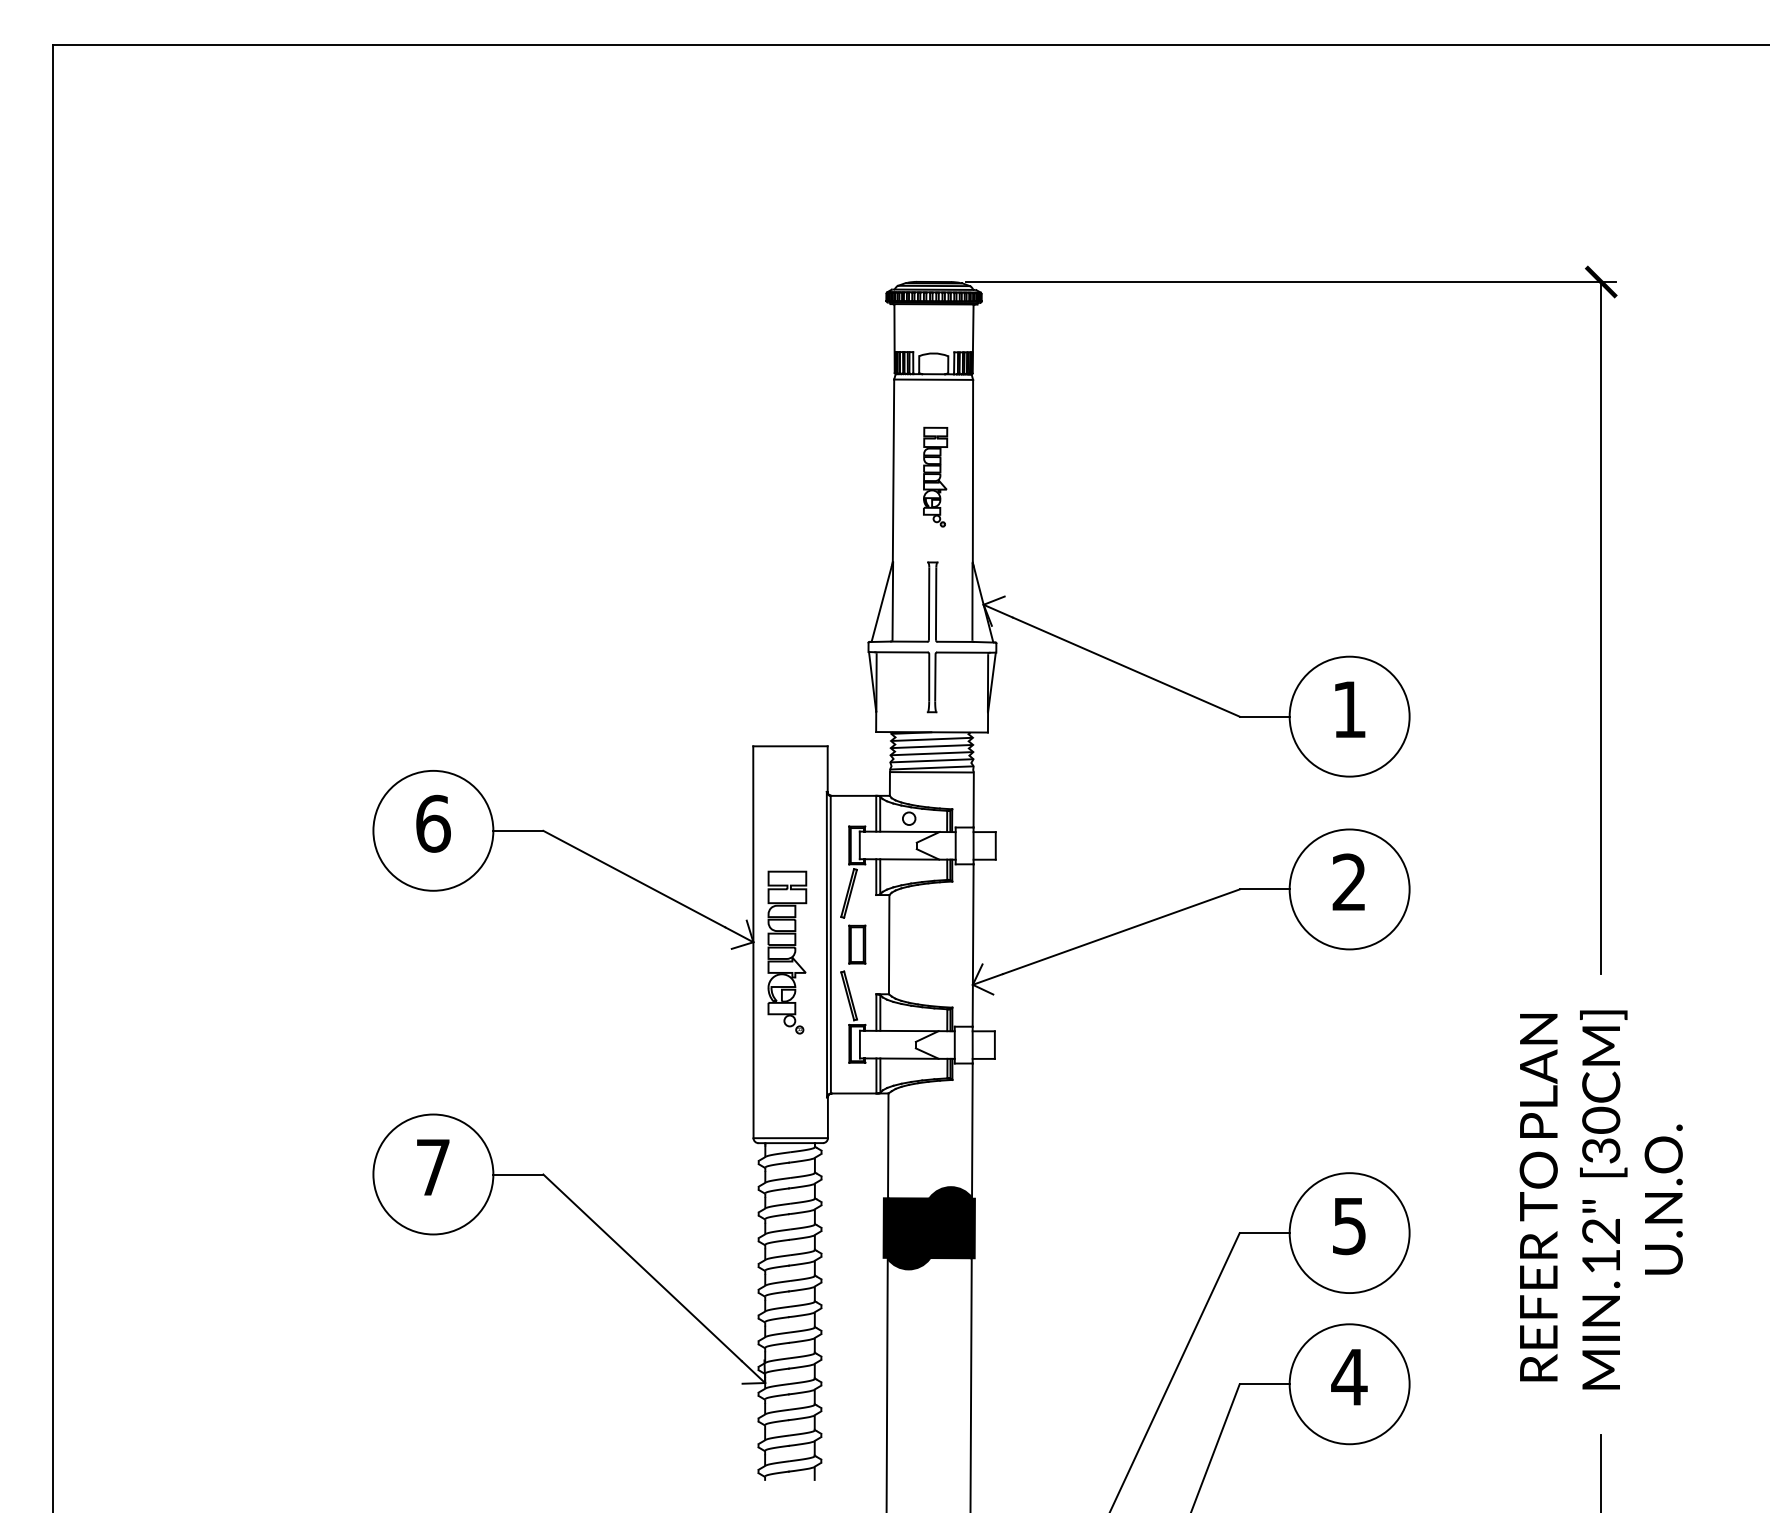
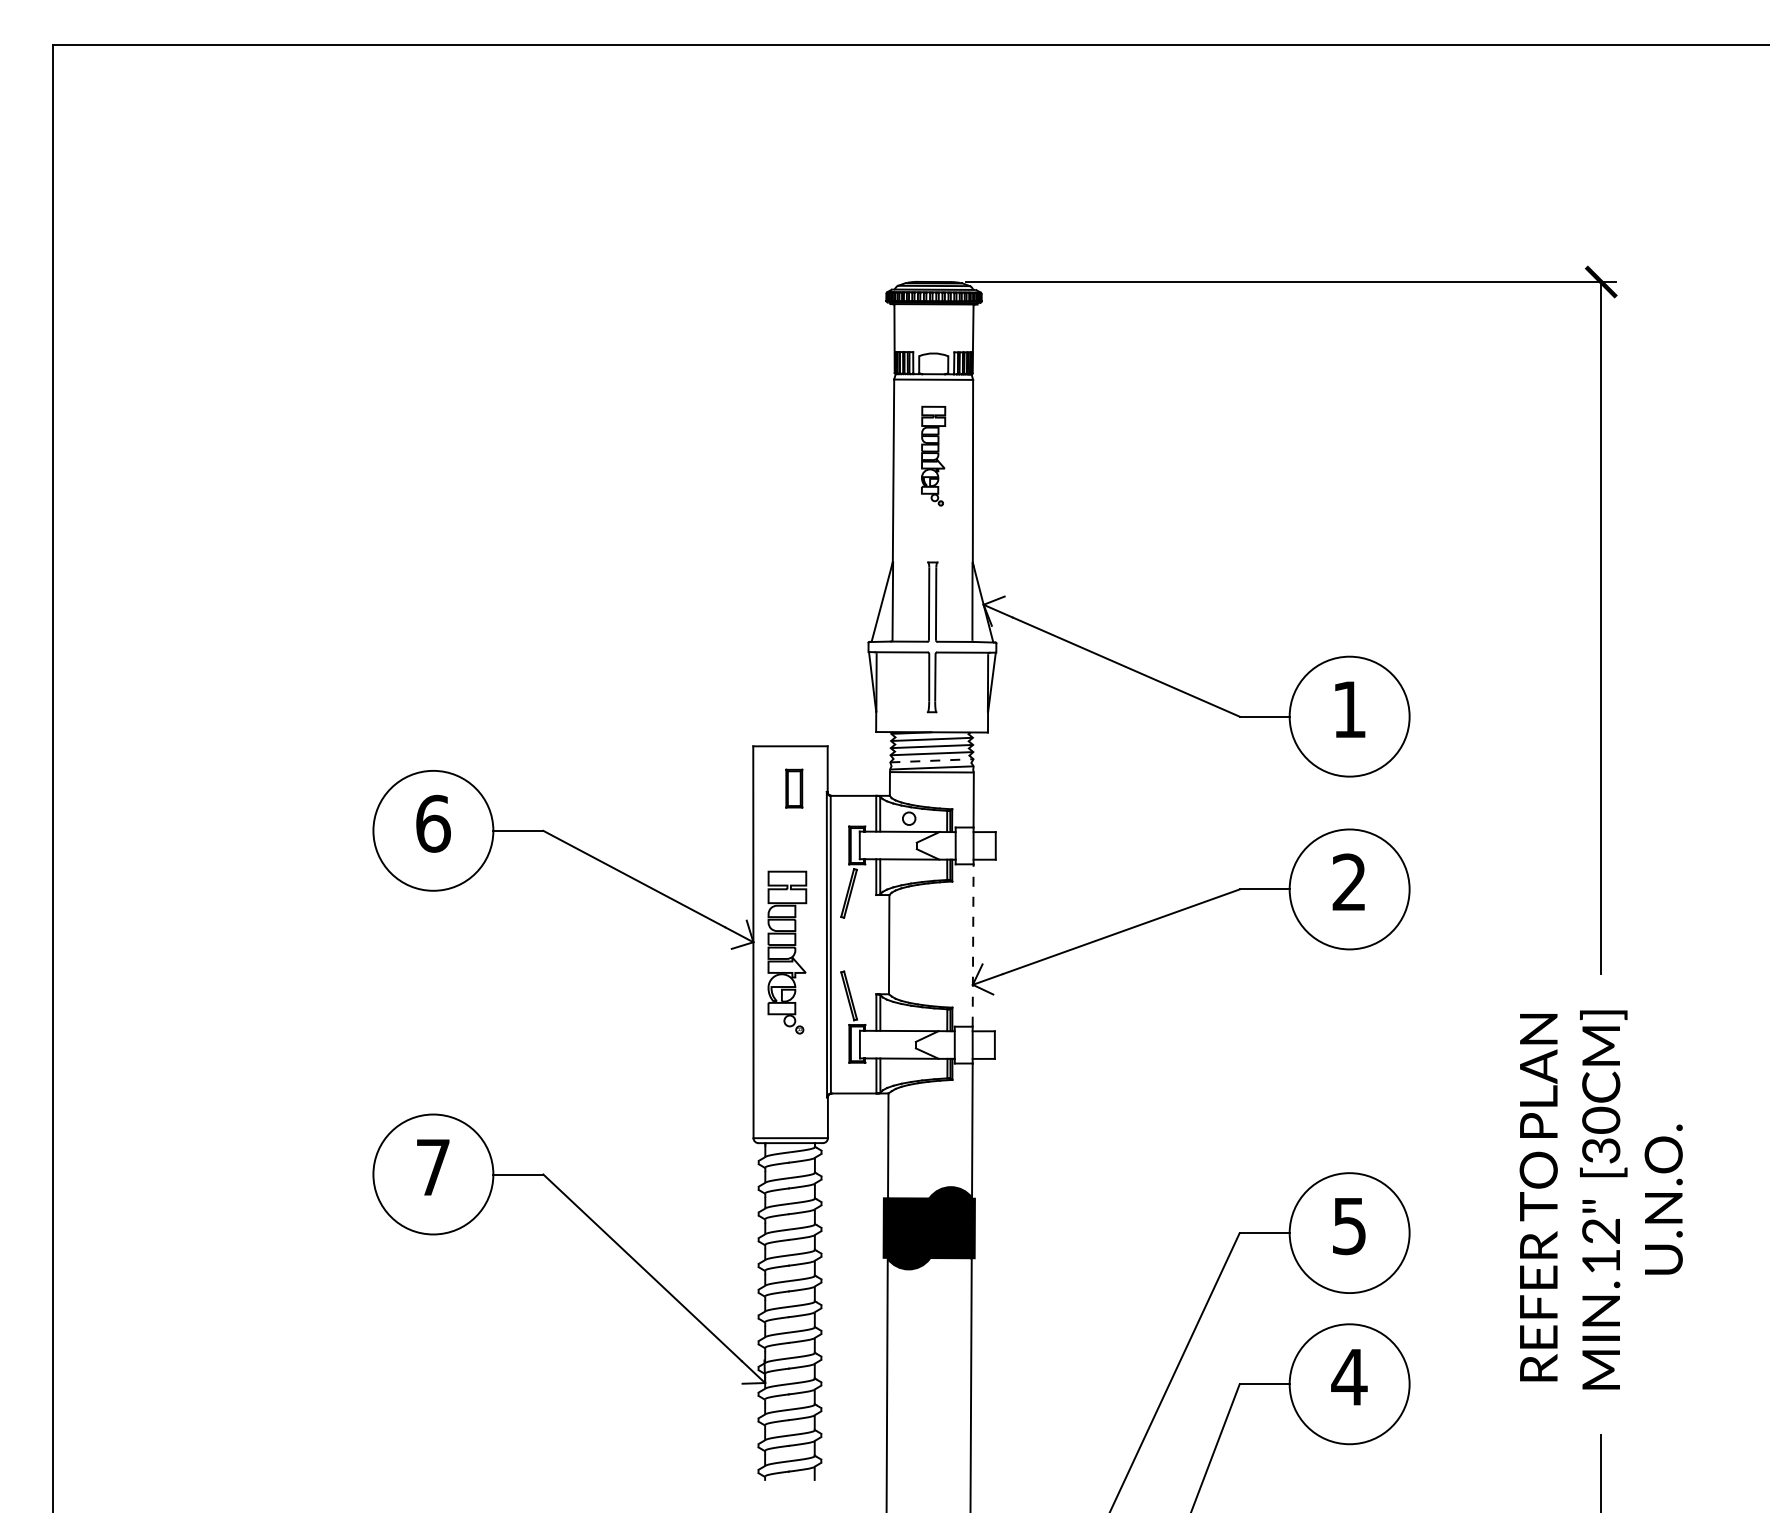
part at (935, 476) position: (935, 476) -> (933, 455)
line at (931, 760): solid -> dashed
part at (857, 944) position: (857, 944) -> (794, 788)
line at (973, 945): solid -> dashed
